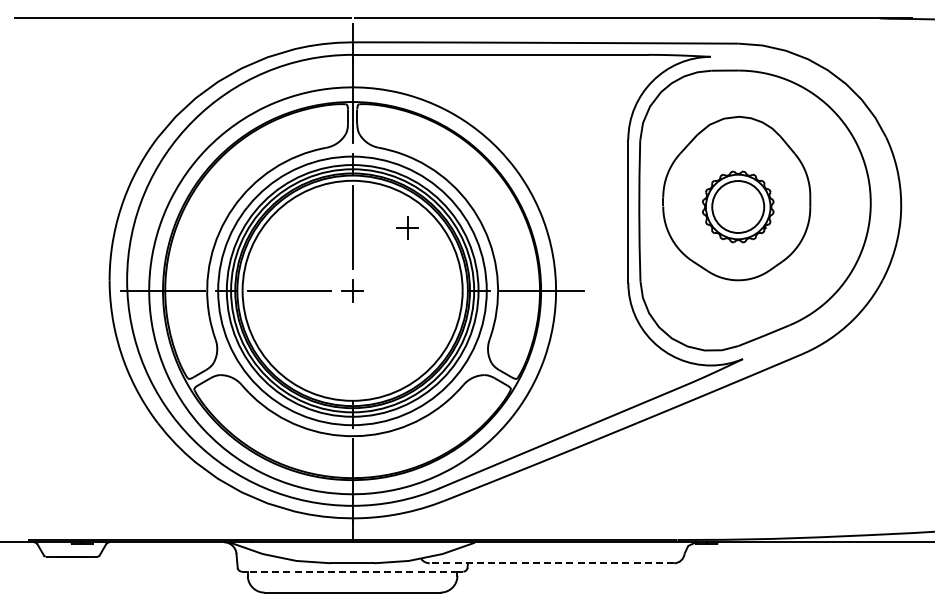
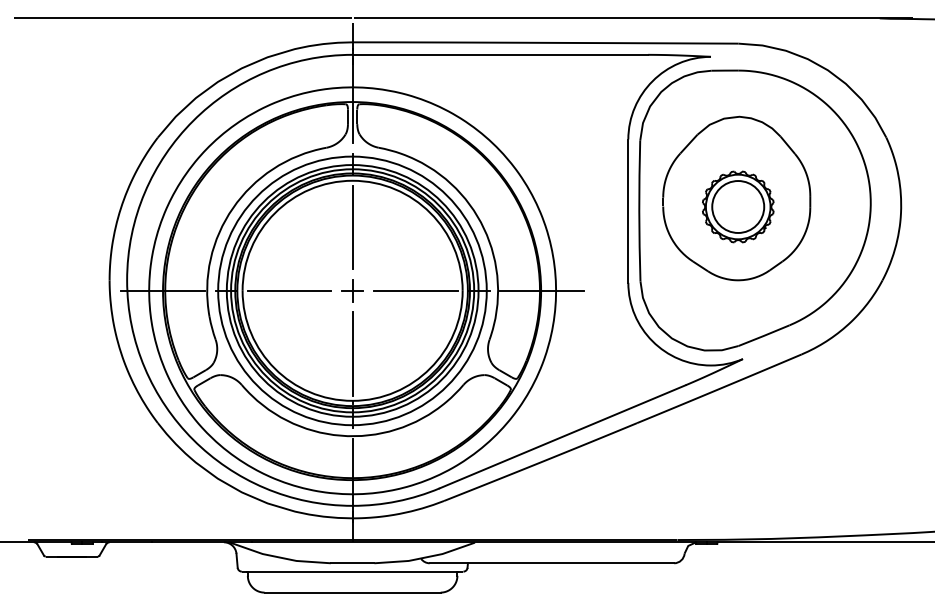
part at (407, 227): present -> none
line at (415, 290): none -> present
line at (352, 353): none -> present
line at (551, 563): dashed -> solid
line at (352, 571): dashed -> solid
